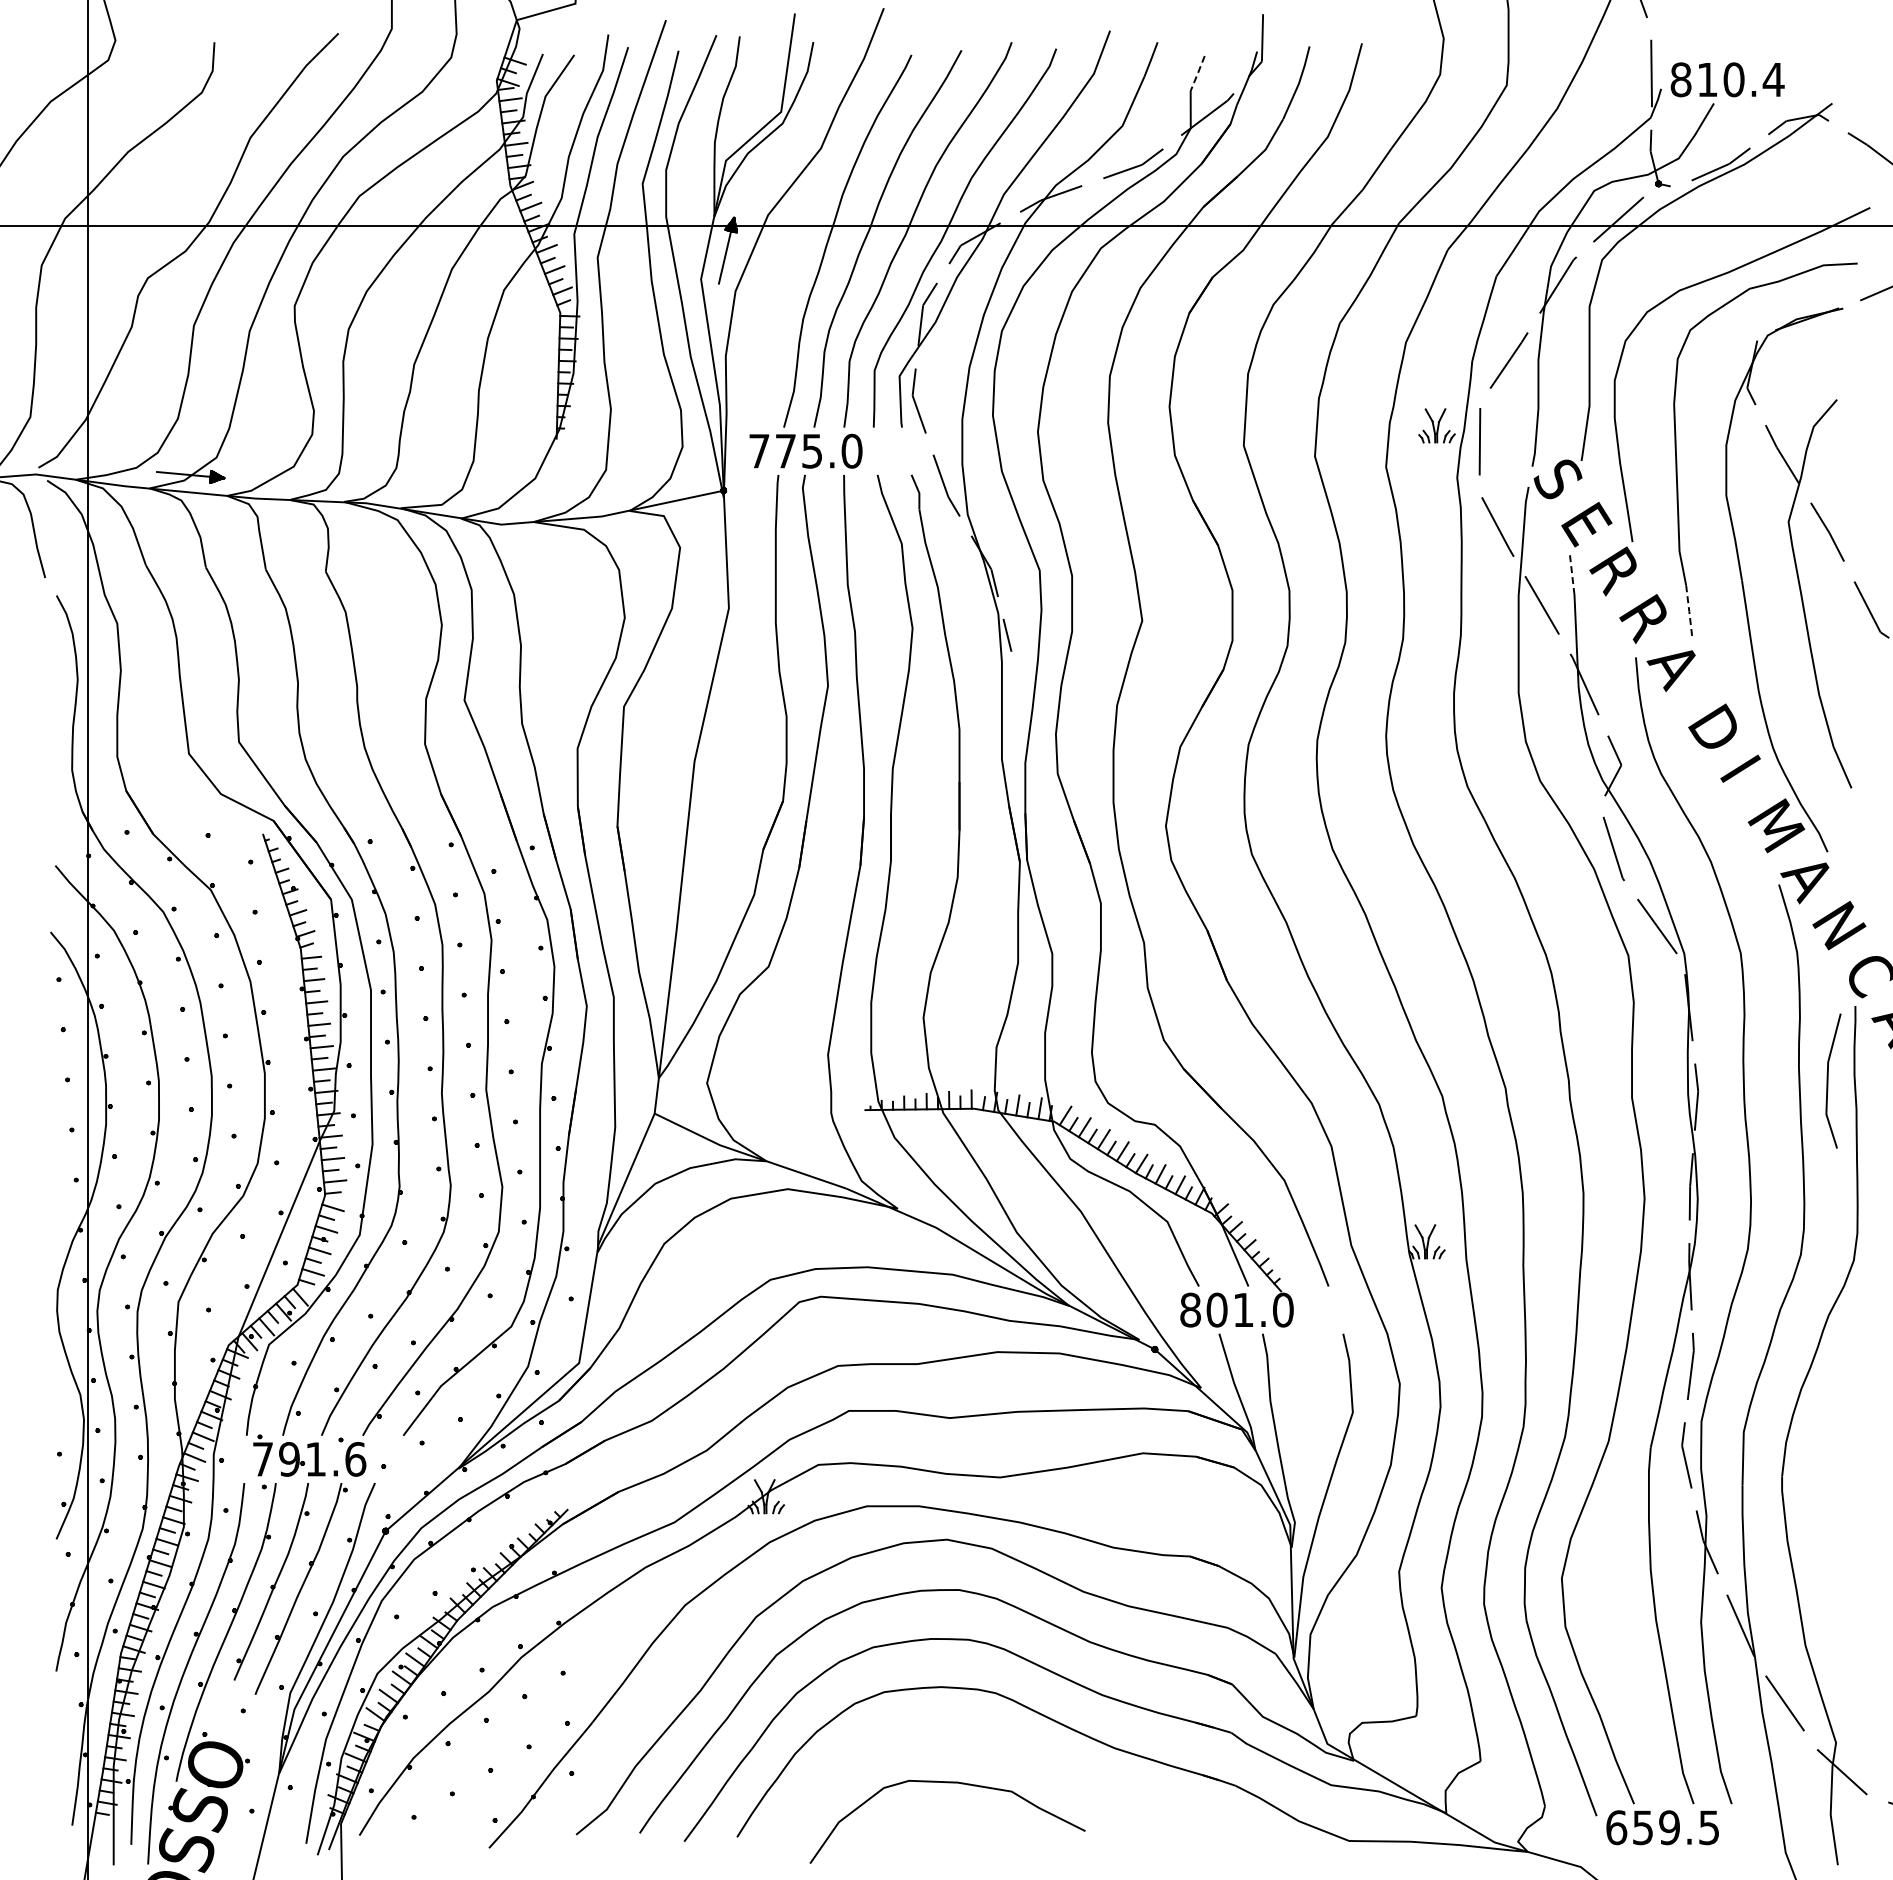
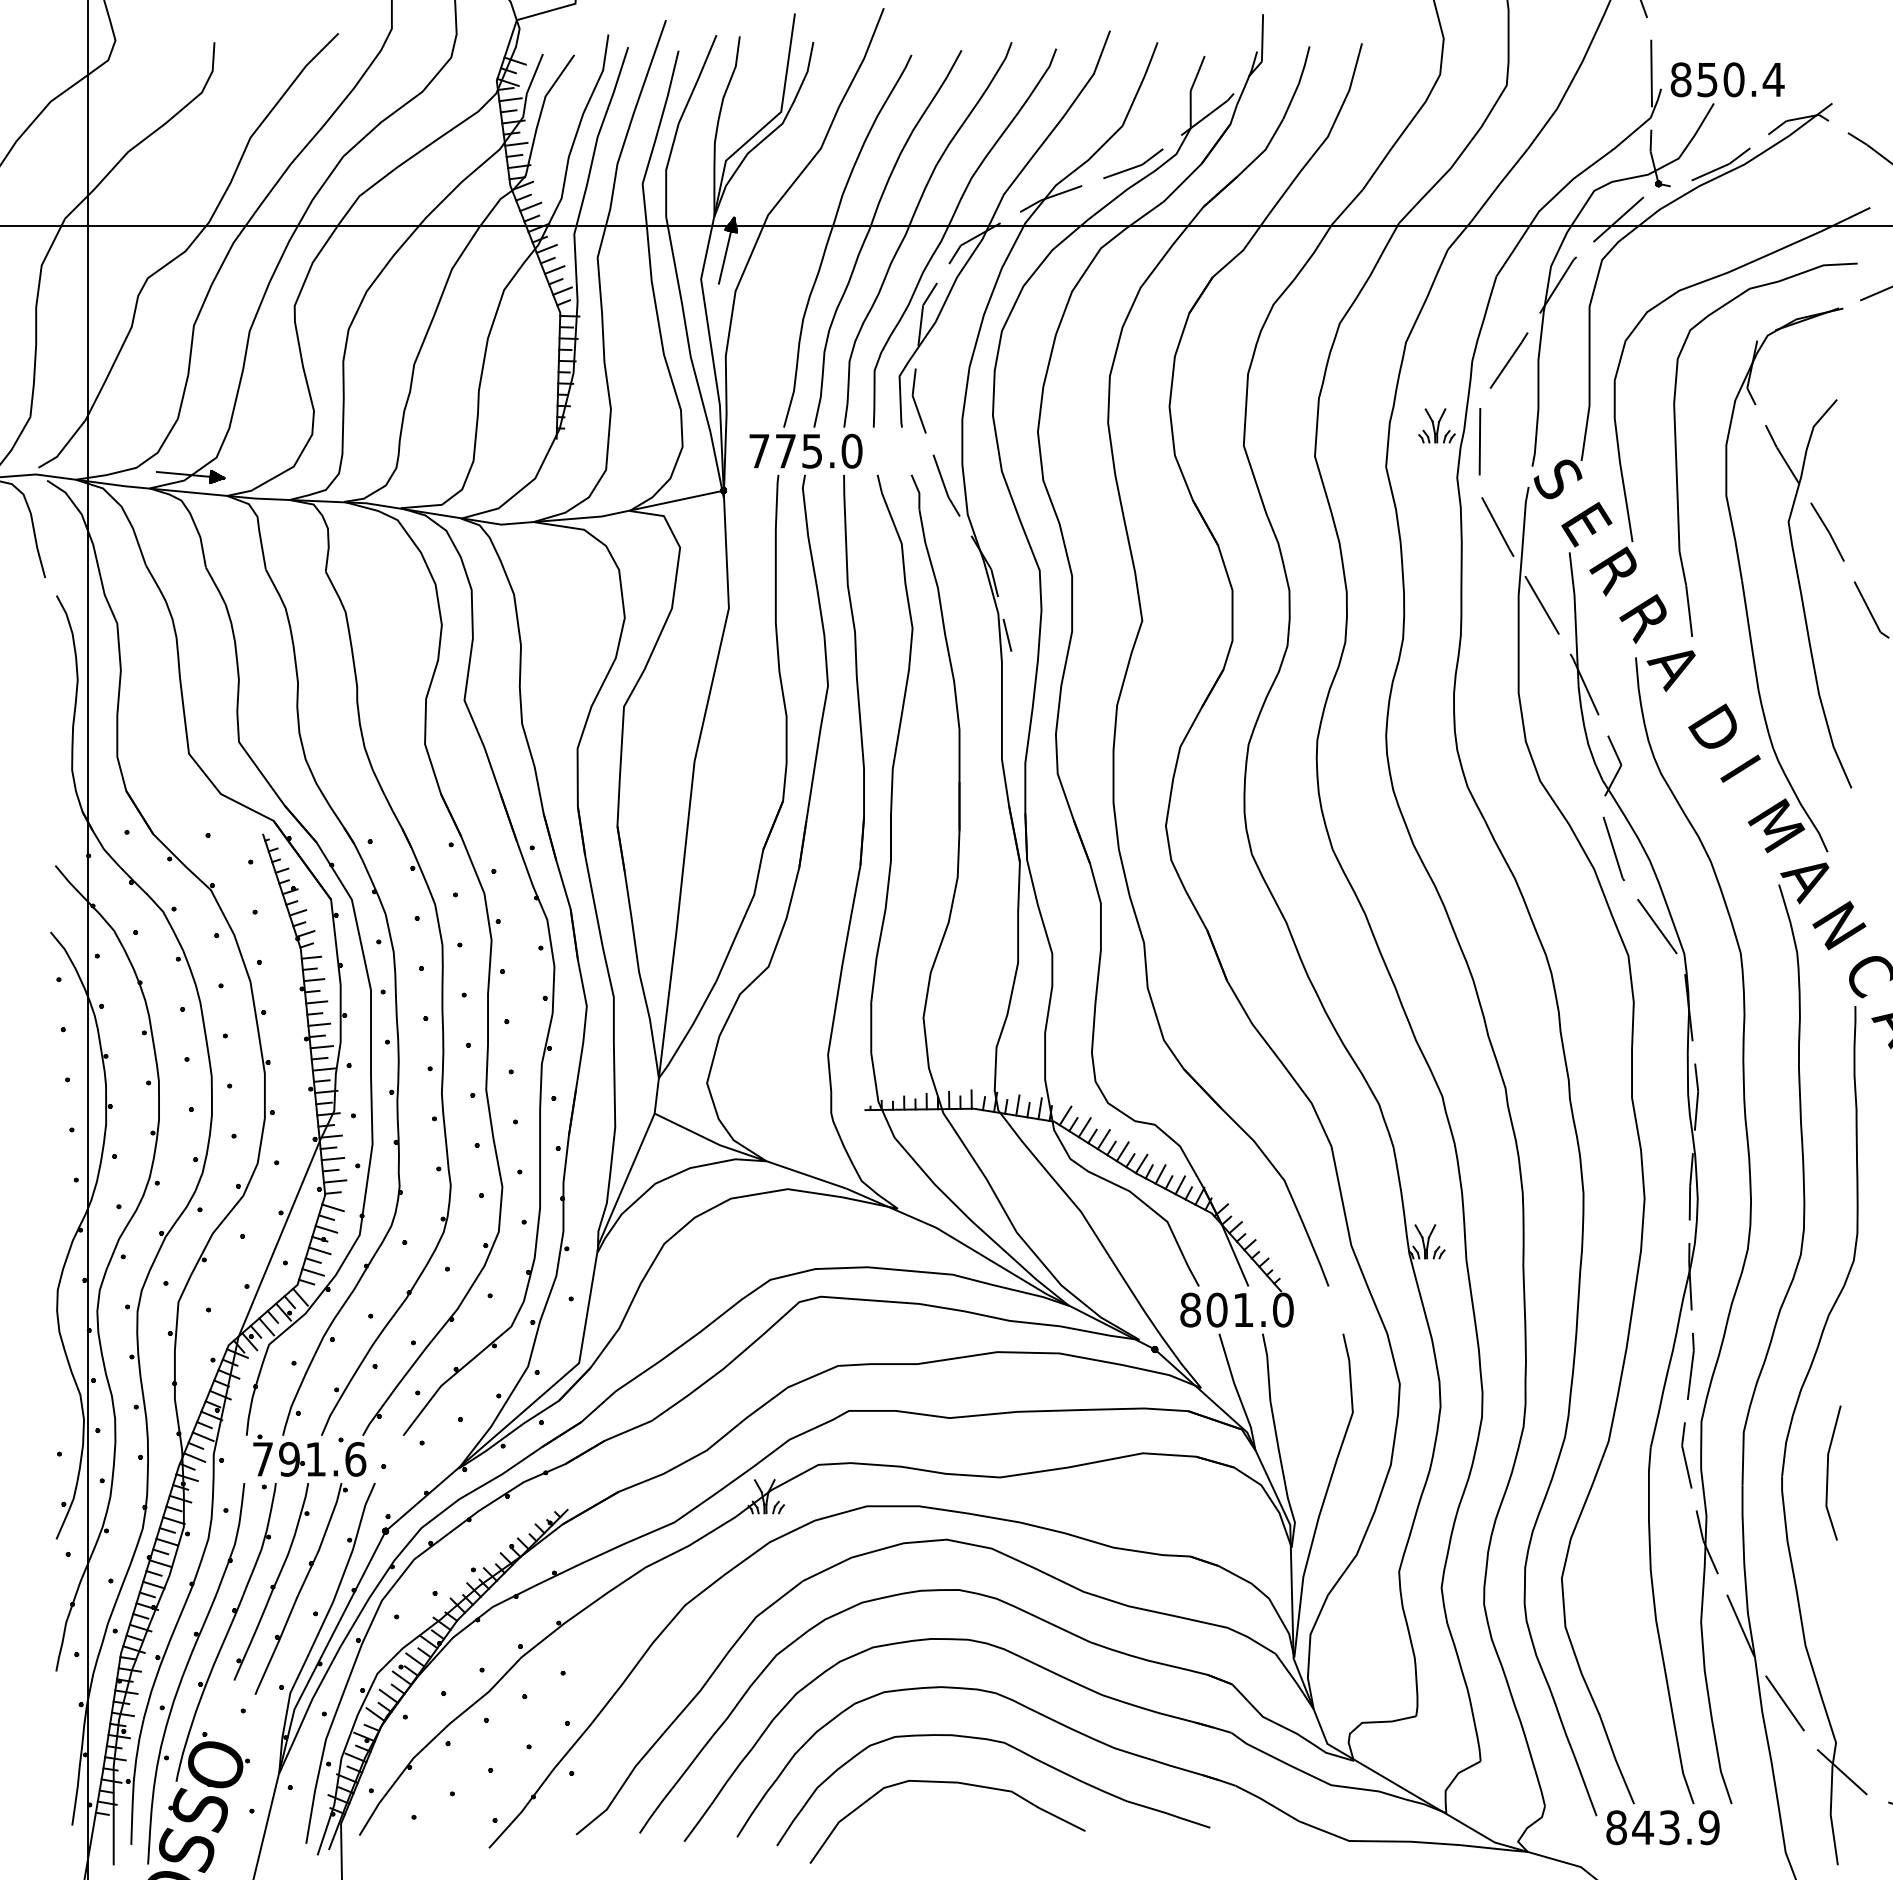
line at (1197, 73): dashed -> solid
text at (1707, 80): 810.4 -> 850.4
line at (1572, 573): dashed -> solid
line at (1689, 611): dashed -> solid
line at (1828, 1080) position: (1828, 1080) -> (1828, 1472)
curve at (1013, 1748): none -> present
text at (1662, 1827): 659.5 -> 843.9
